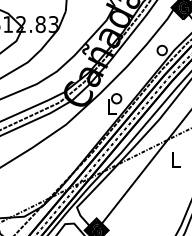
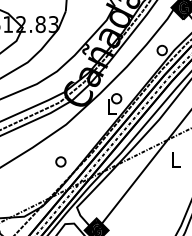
part at (60, 161): none -> present
